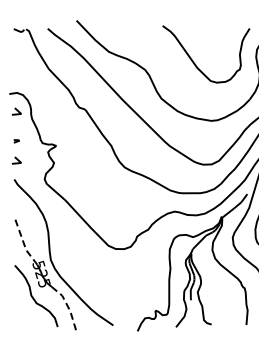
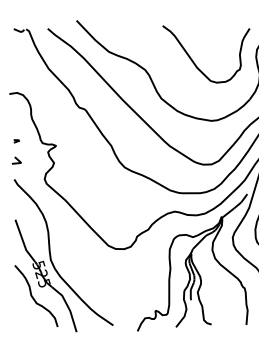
line at (16, 110): present -> none
line at (23, 242): dashed -> solid
line at (68, 307): dashed -> solid
